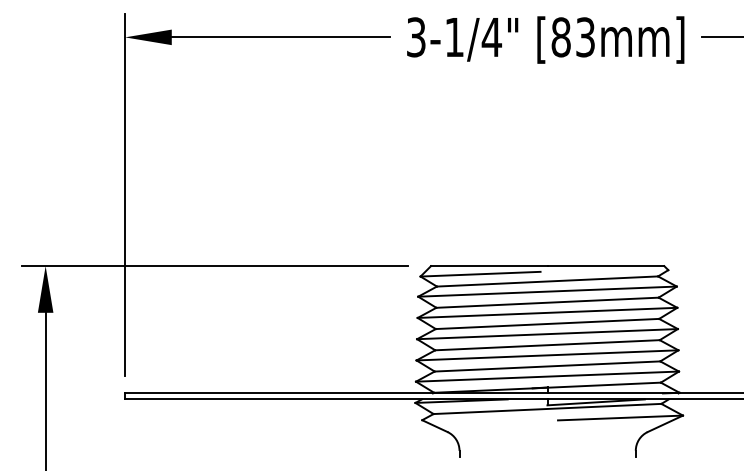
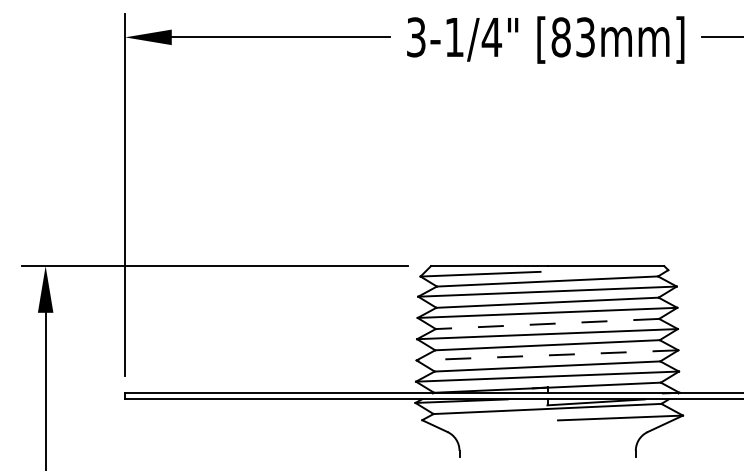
line at (547, 323): solid -> dashed
line at (547, 355): solid -> dashed
